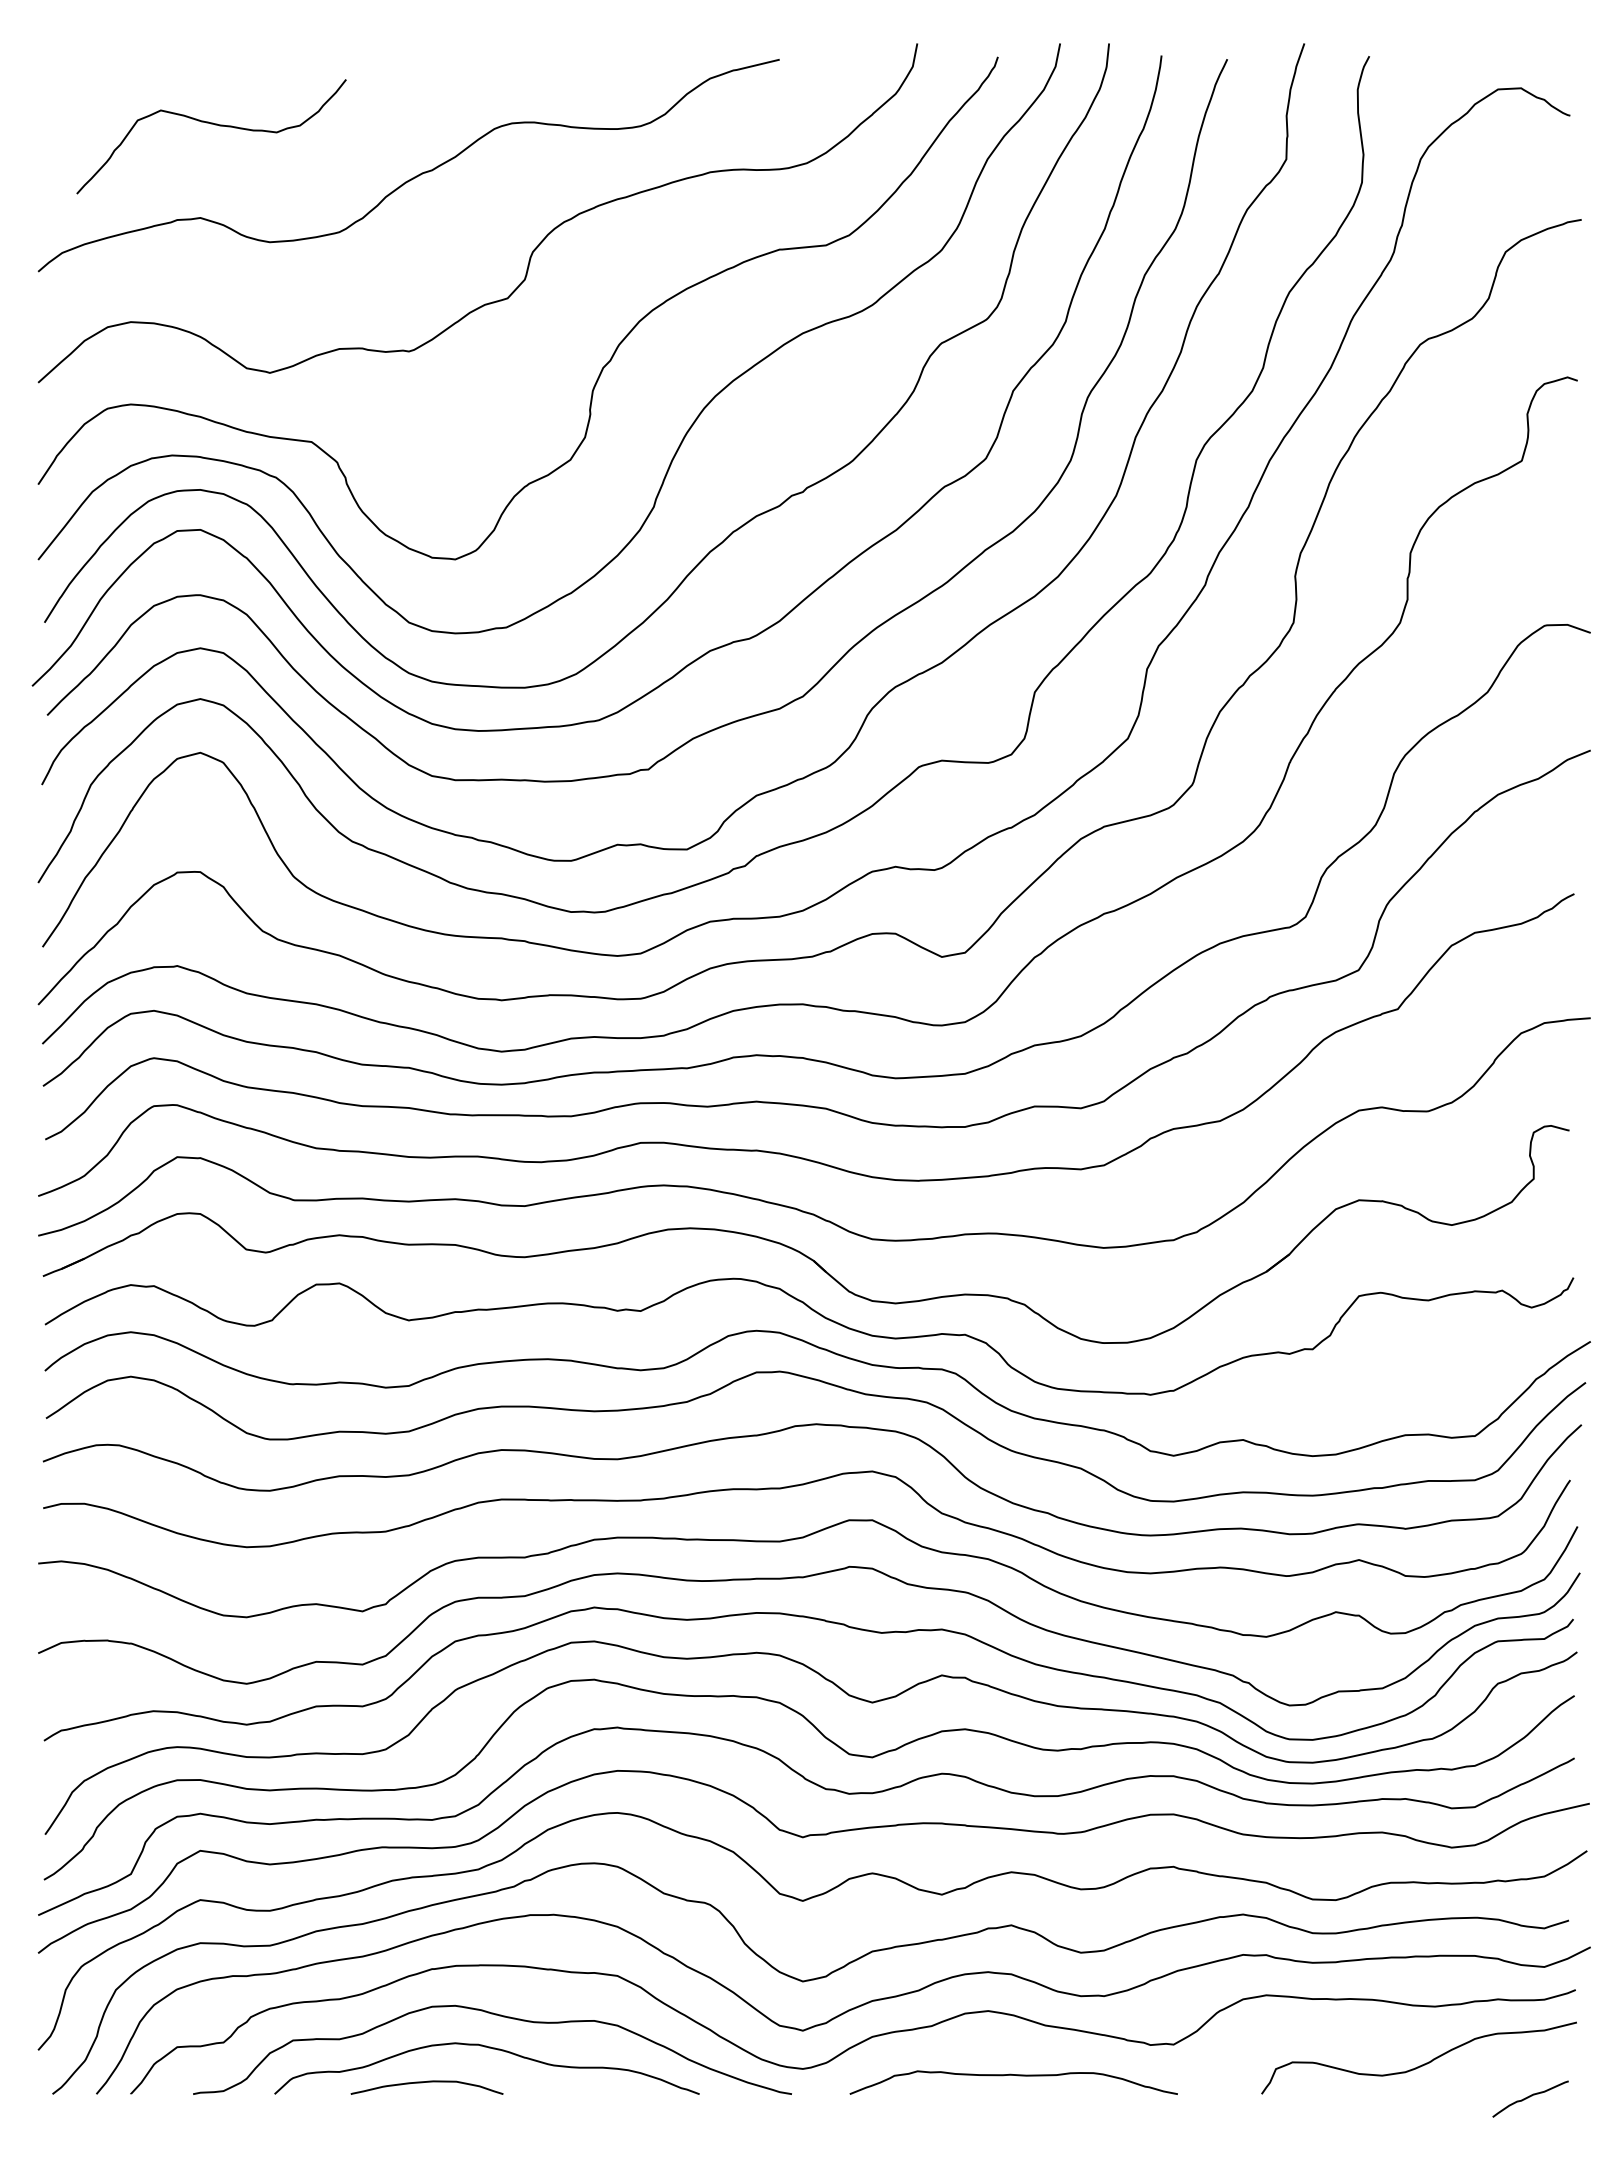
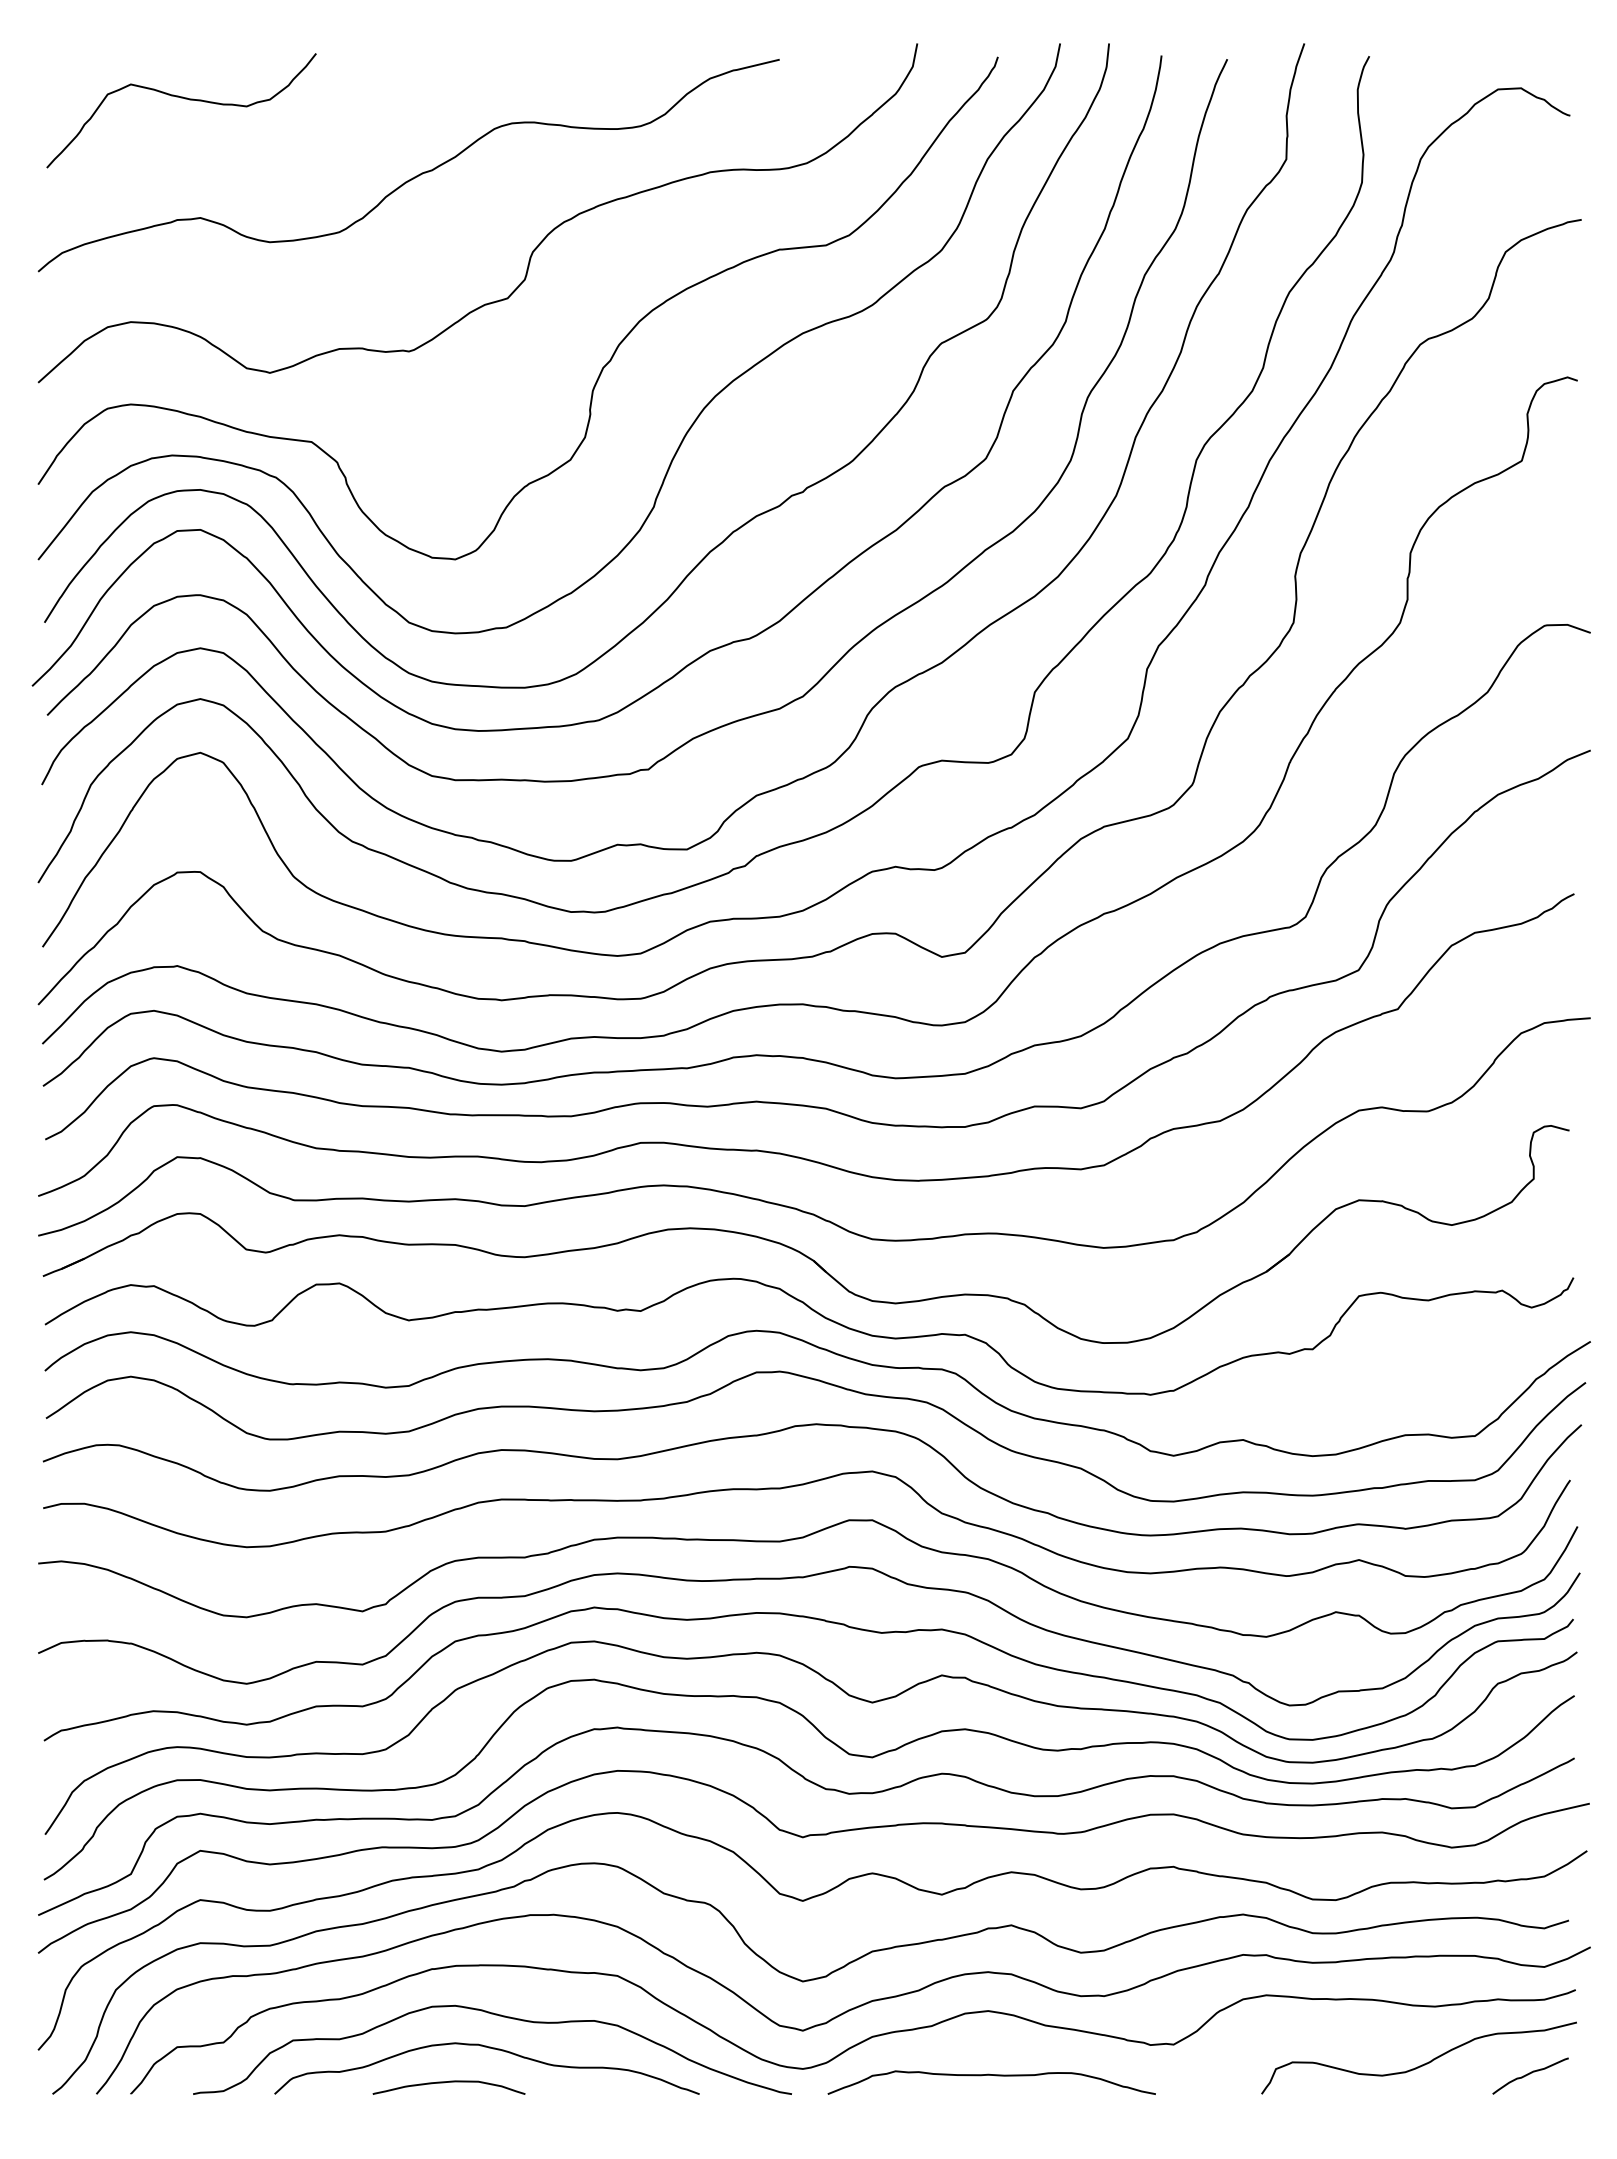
curve at (215, 125) position: (215, 125) -> (185, 99)
curve at (1013, 2075) position: (1013, 2075) -> (991, 2075)
curve at (426, 2082) position: (426, 2082) -> (448, 2082)
curve at (1530, 2097) position: (1530, 2097) -> (1530, 2074)
